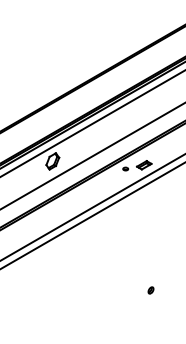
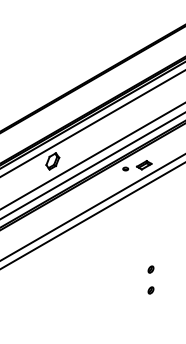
line at (92, 166): none -> present
part at (150, 269): none -> present
